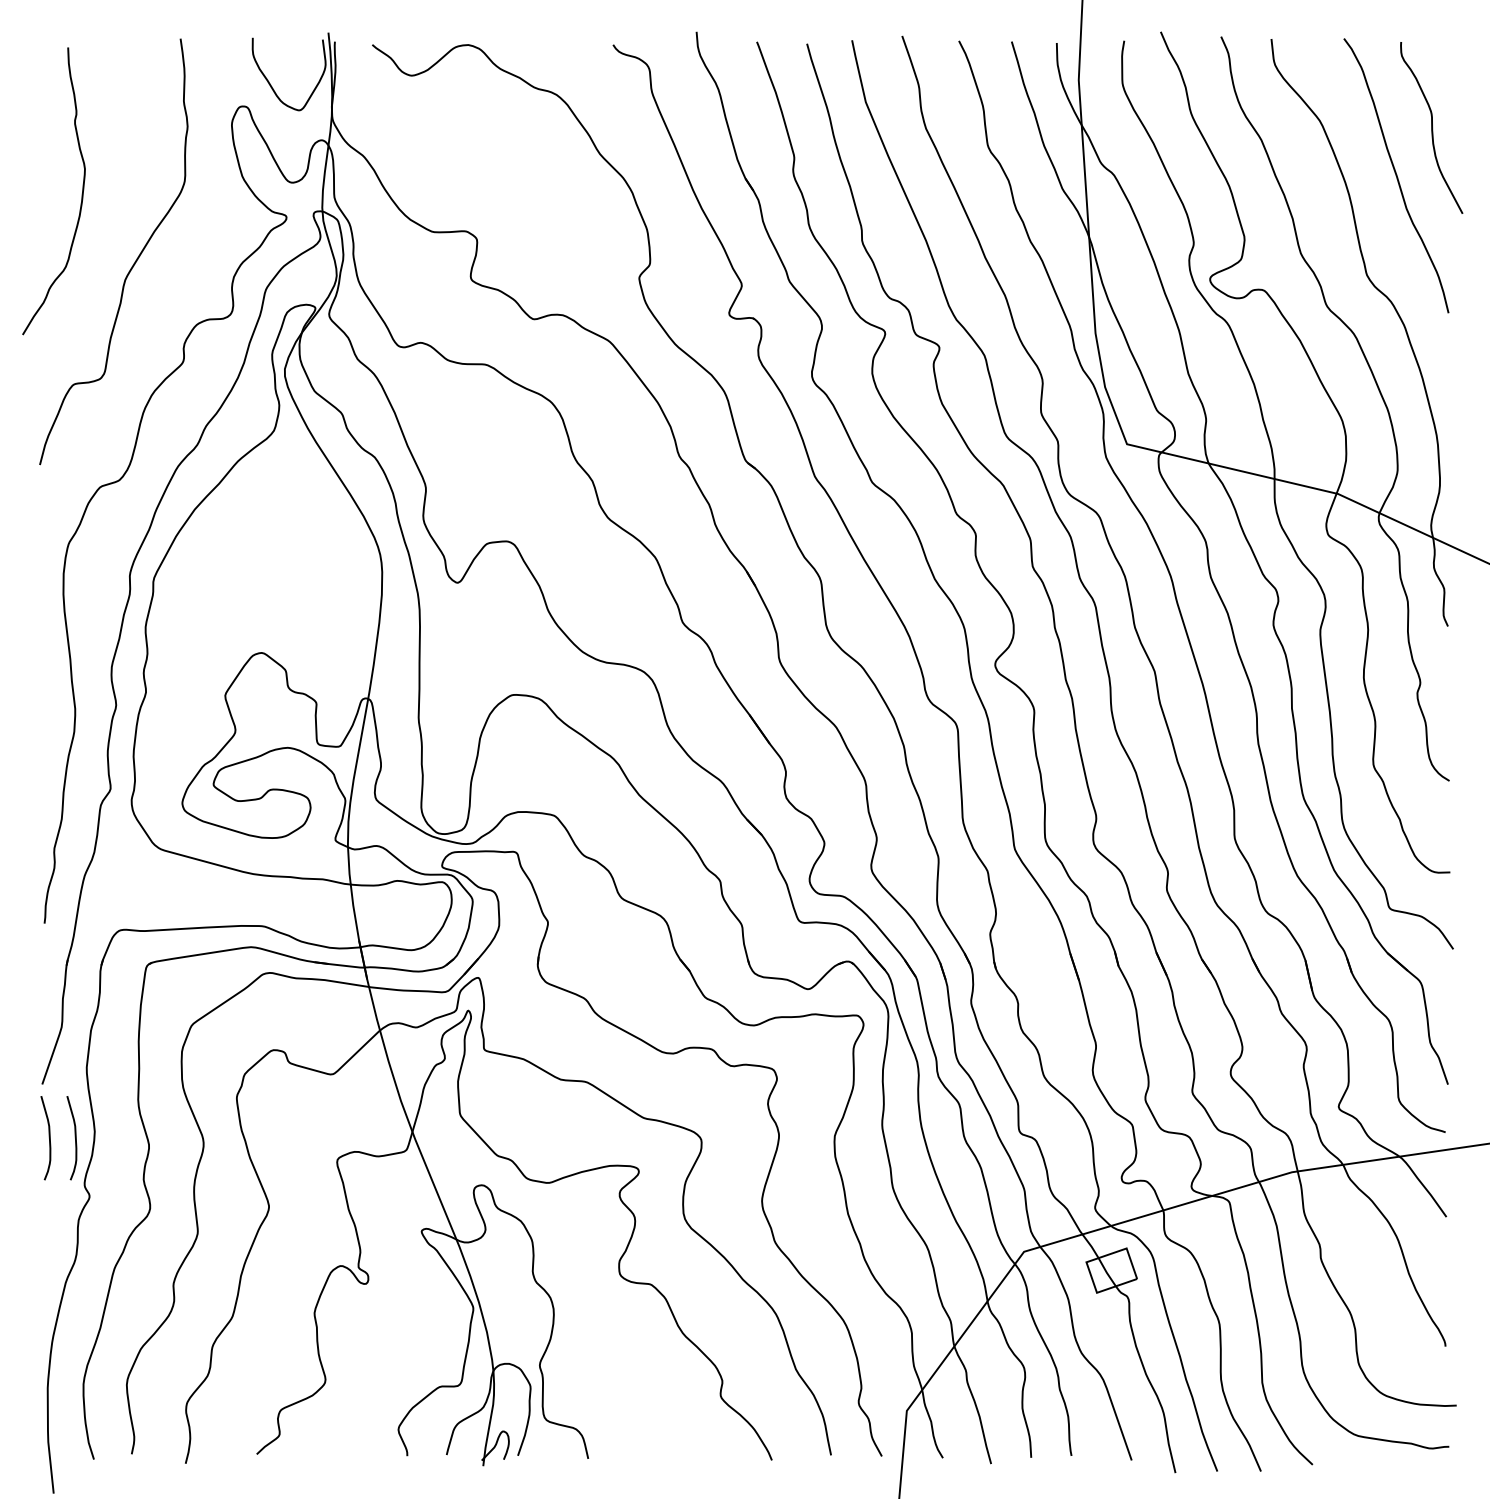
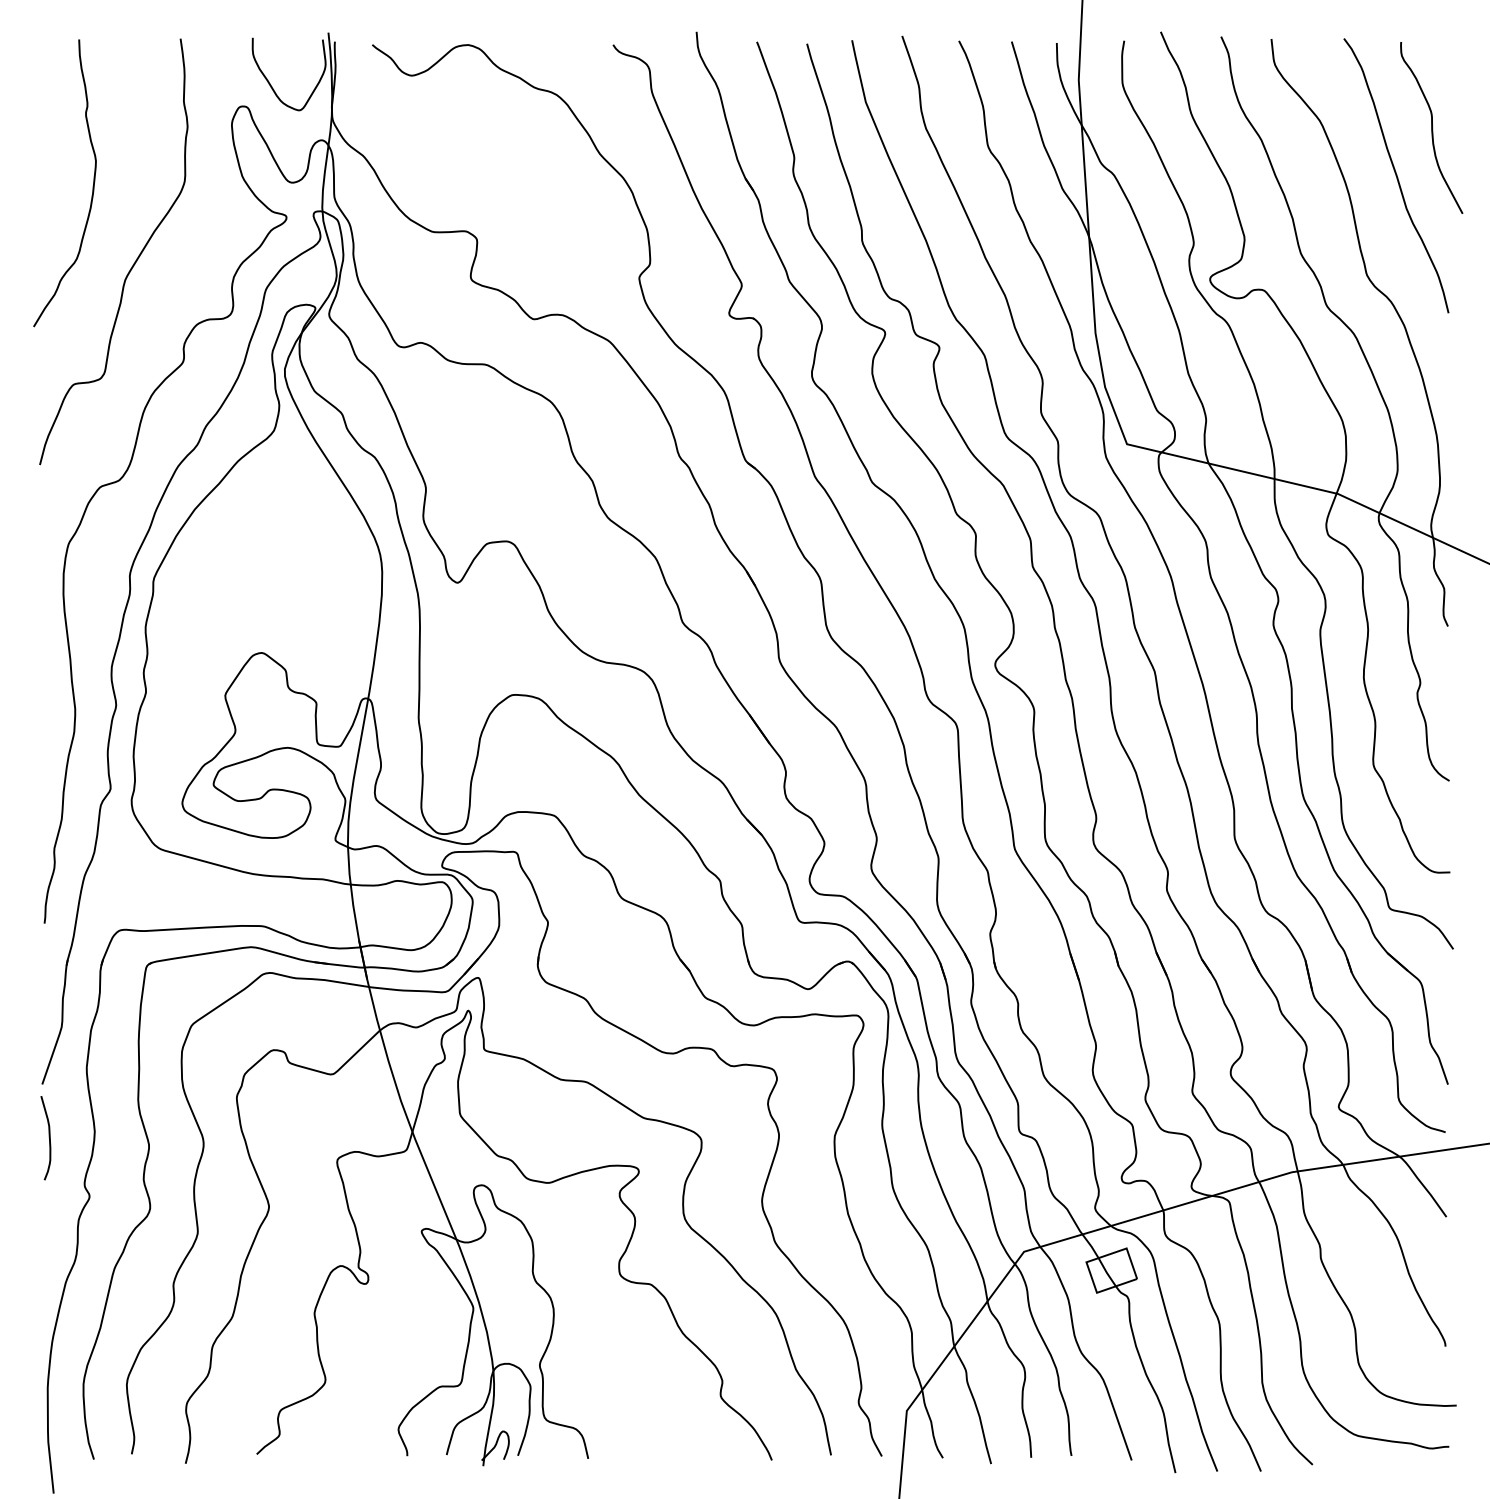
curve at (81, 194) position: (81, 194) -> (92, 186)
curve at (74, 1137): present -> none
